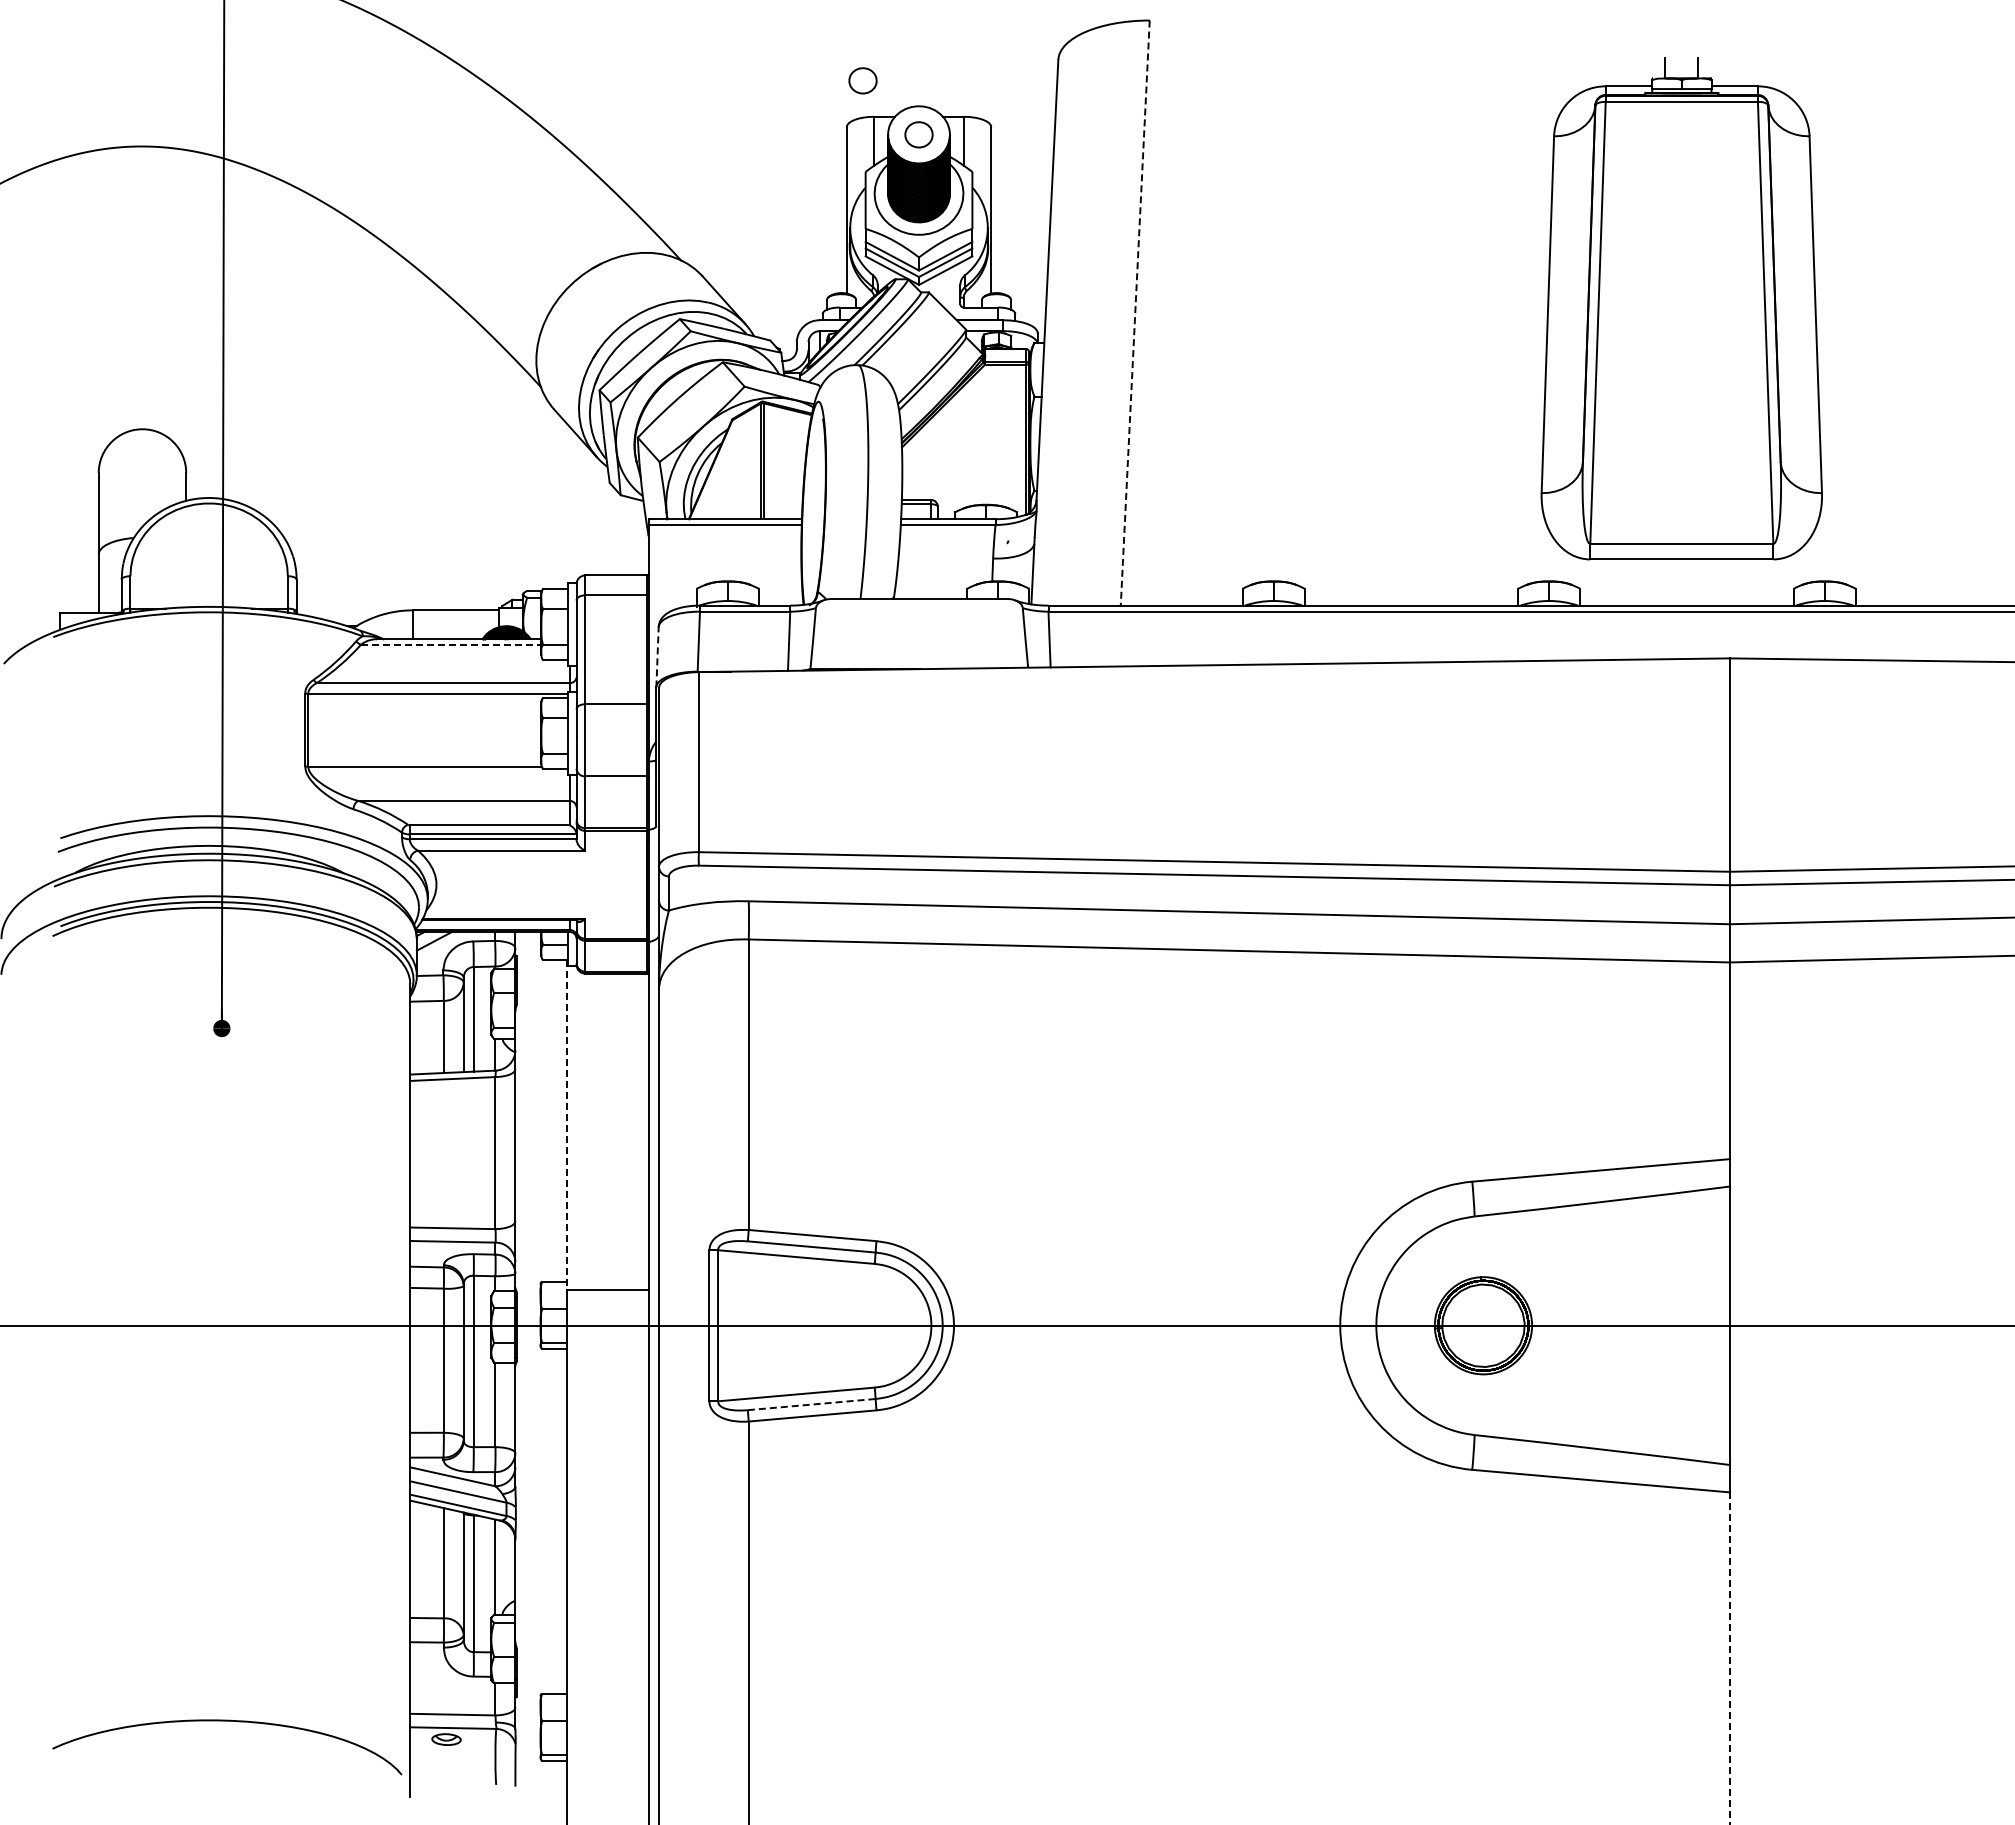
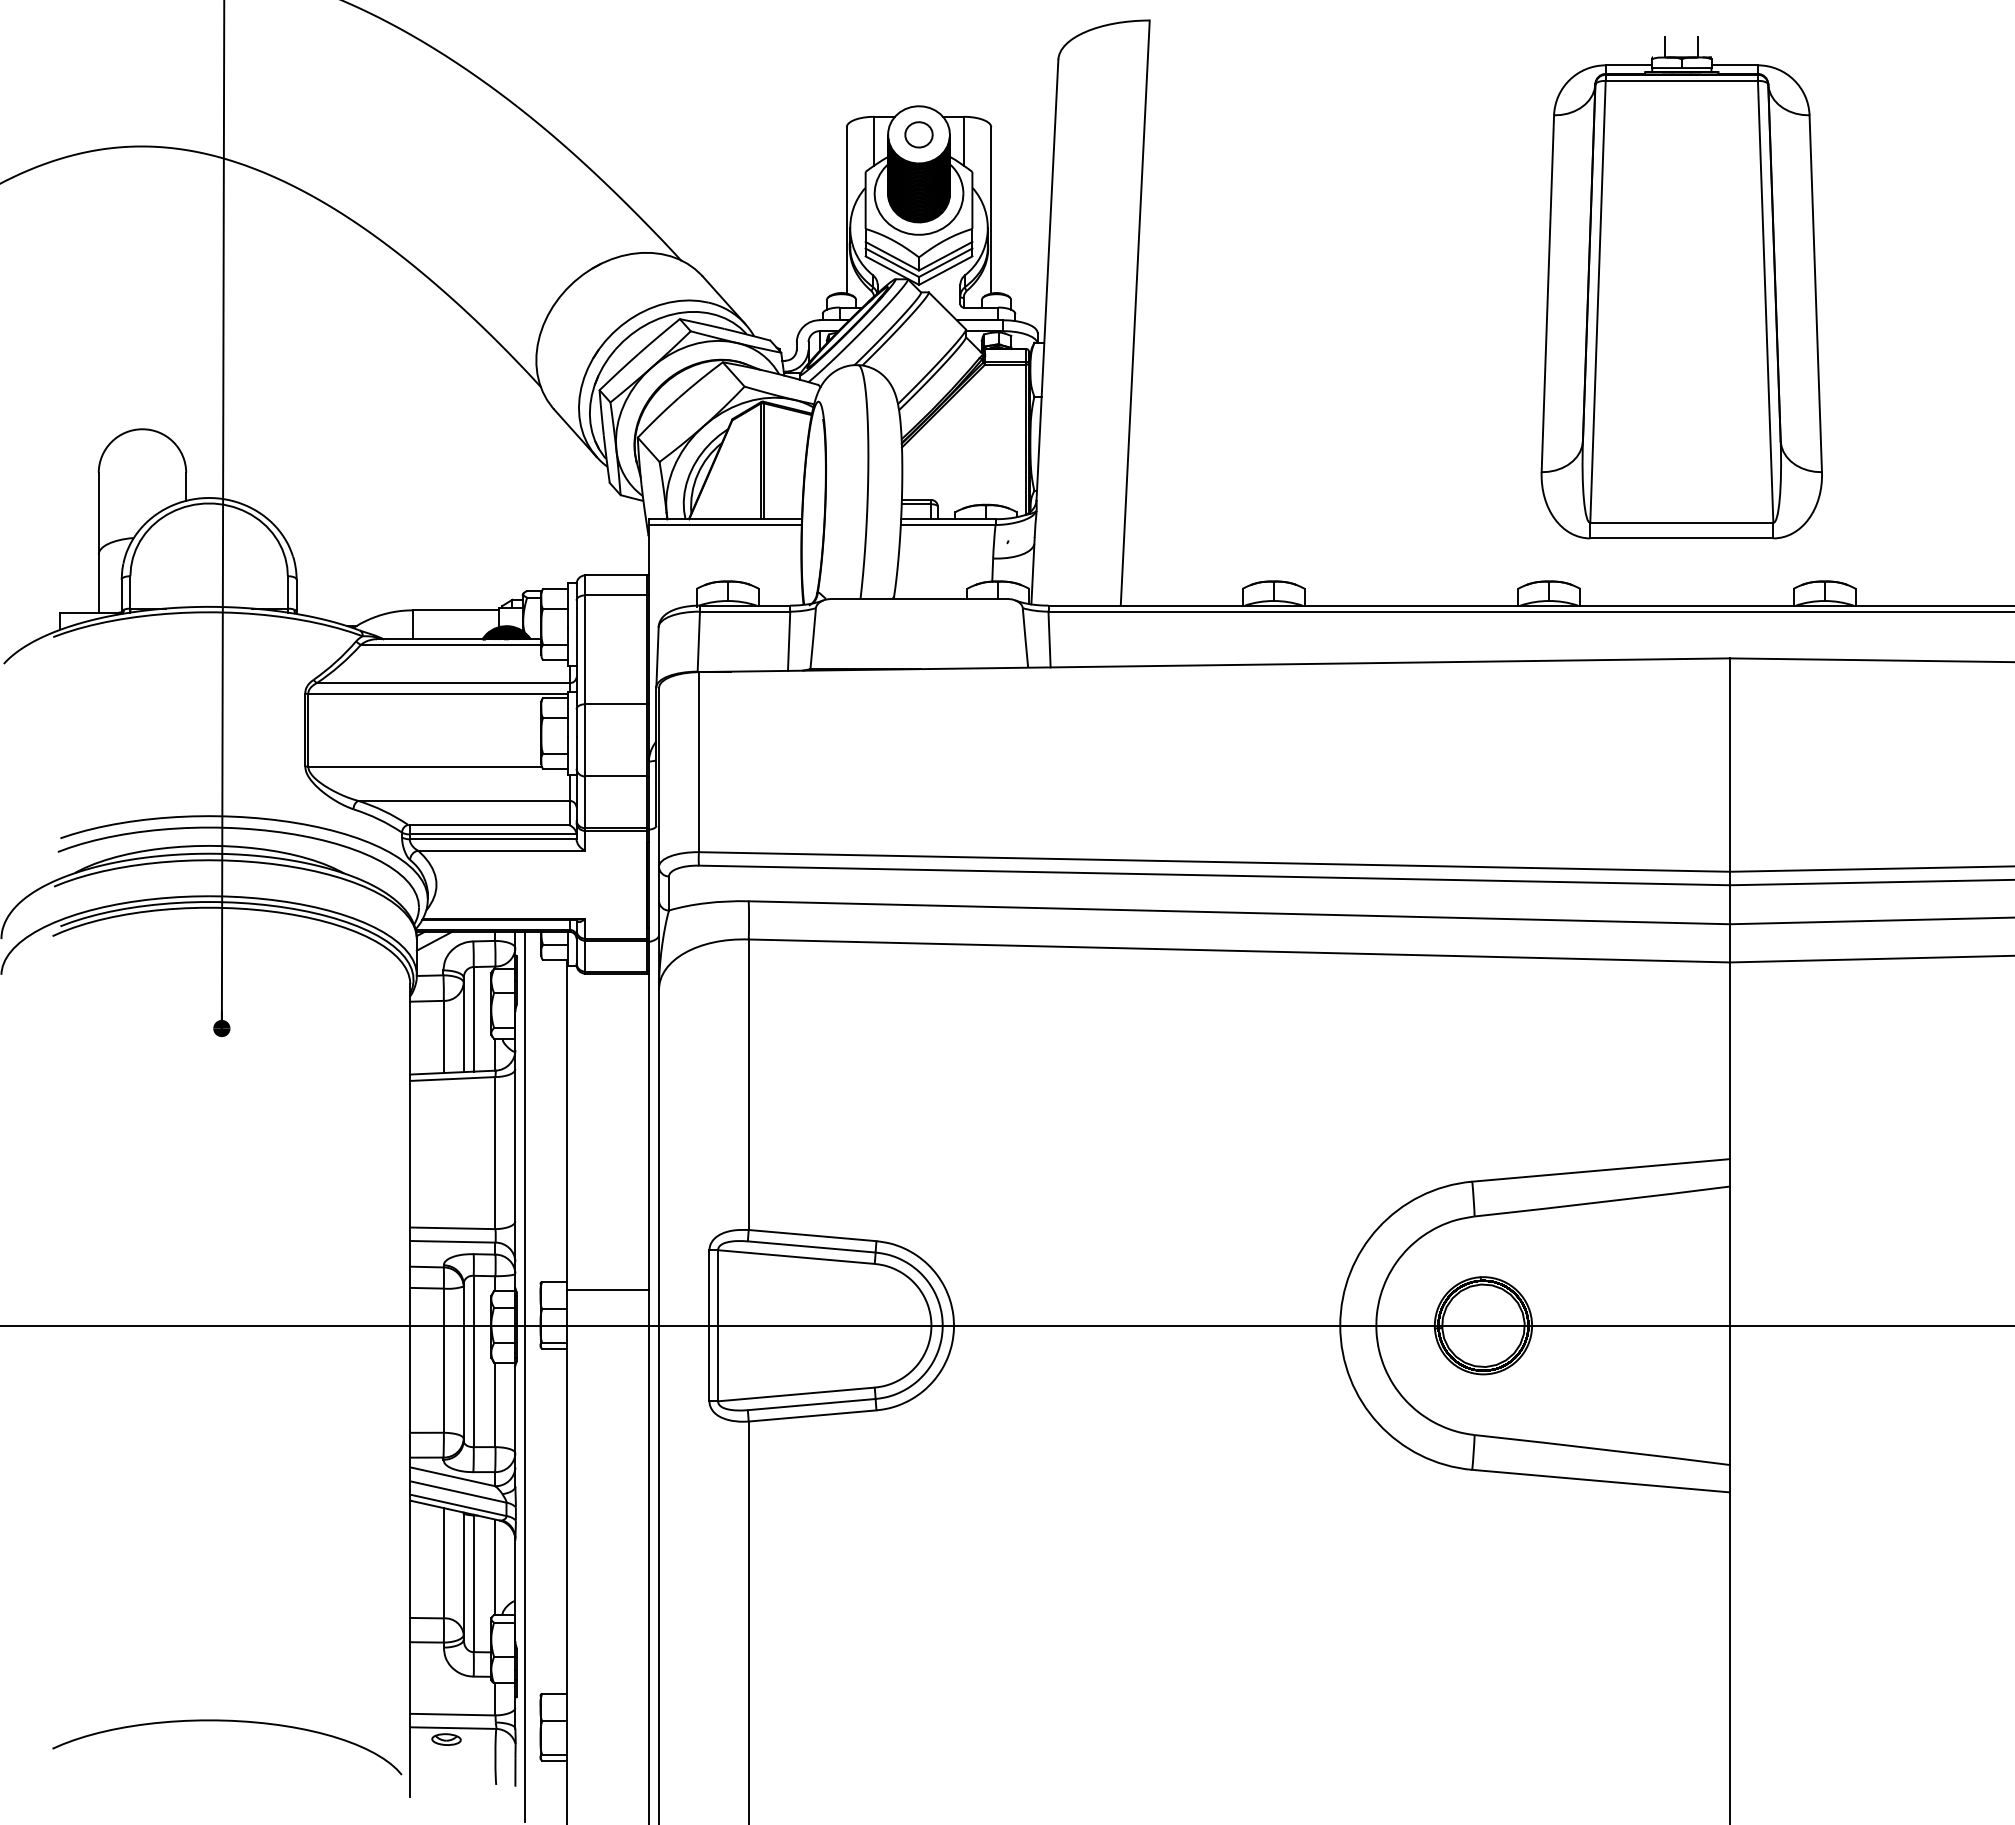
part at (862, 80): present -> none
part at (1681, 308) position: (1681, 308) -> (1681, 287)
line at (1135, 313): dashed -> solid
line at (451, 644): dashed -> solid
line at (657, 656): dashed -> solid
line at (567, 1124): dashed -> solid
line at (525, 1376): none -> present
line at (812, 1404): dashed -> solid
line at (1730, 1658): dashed -> solid
